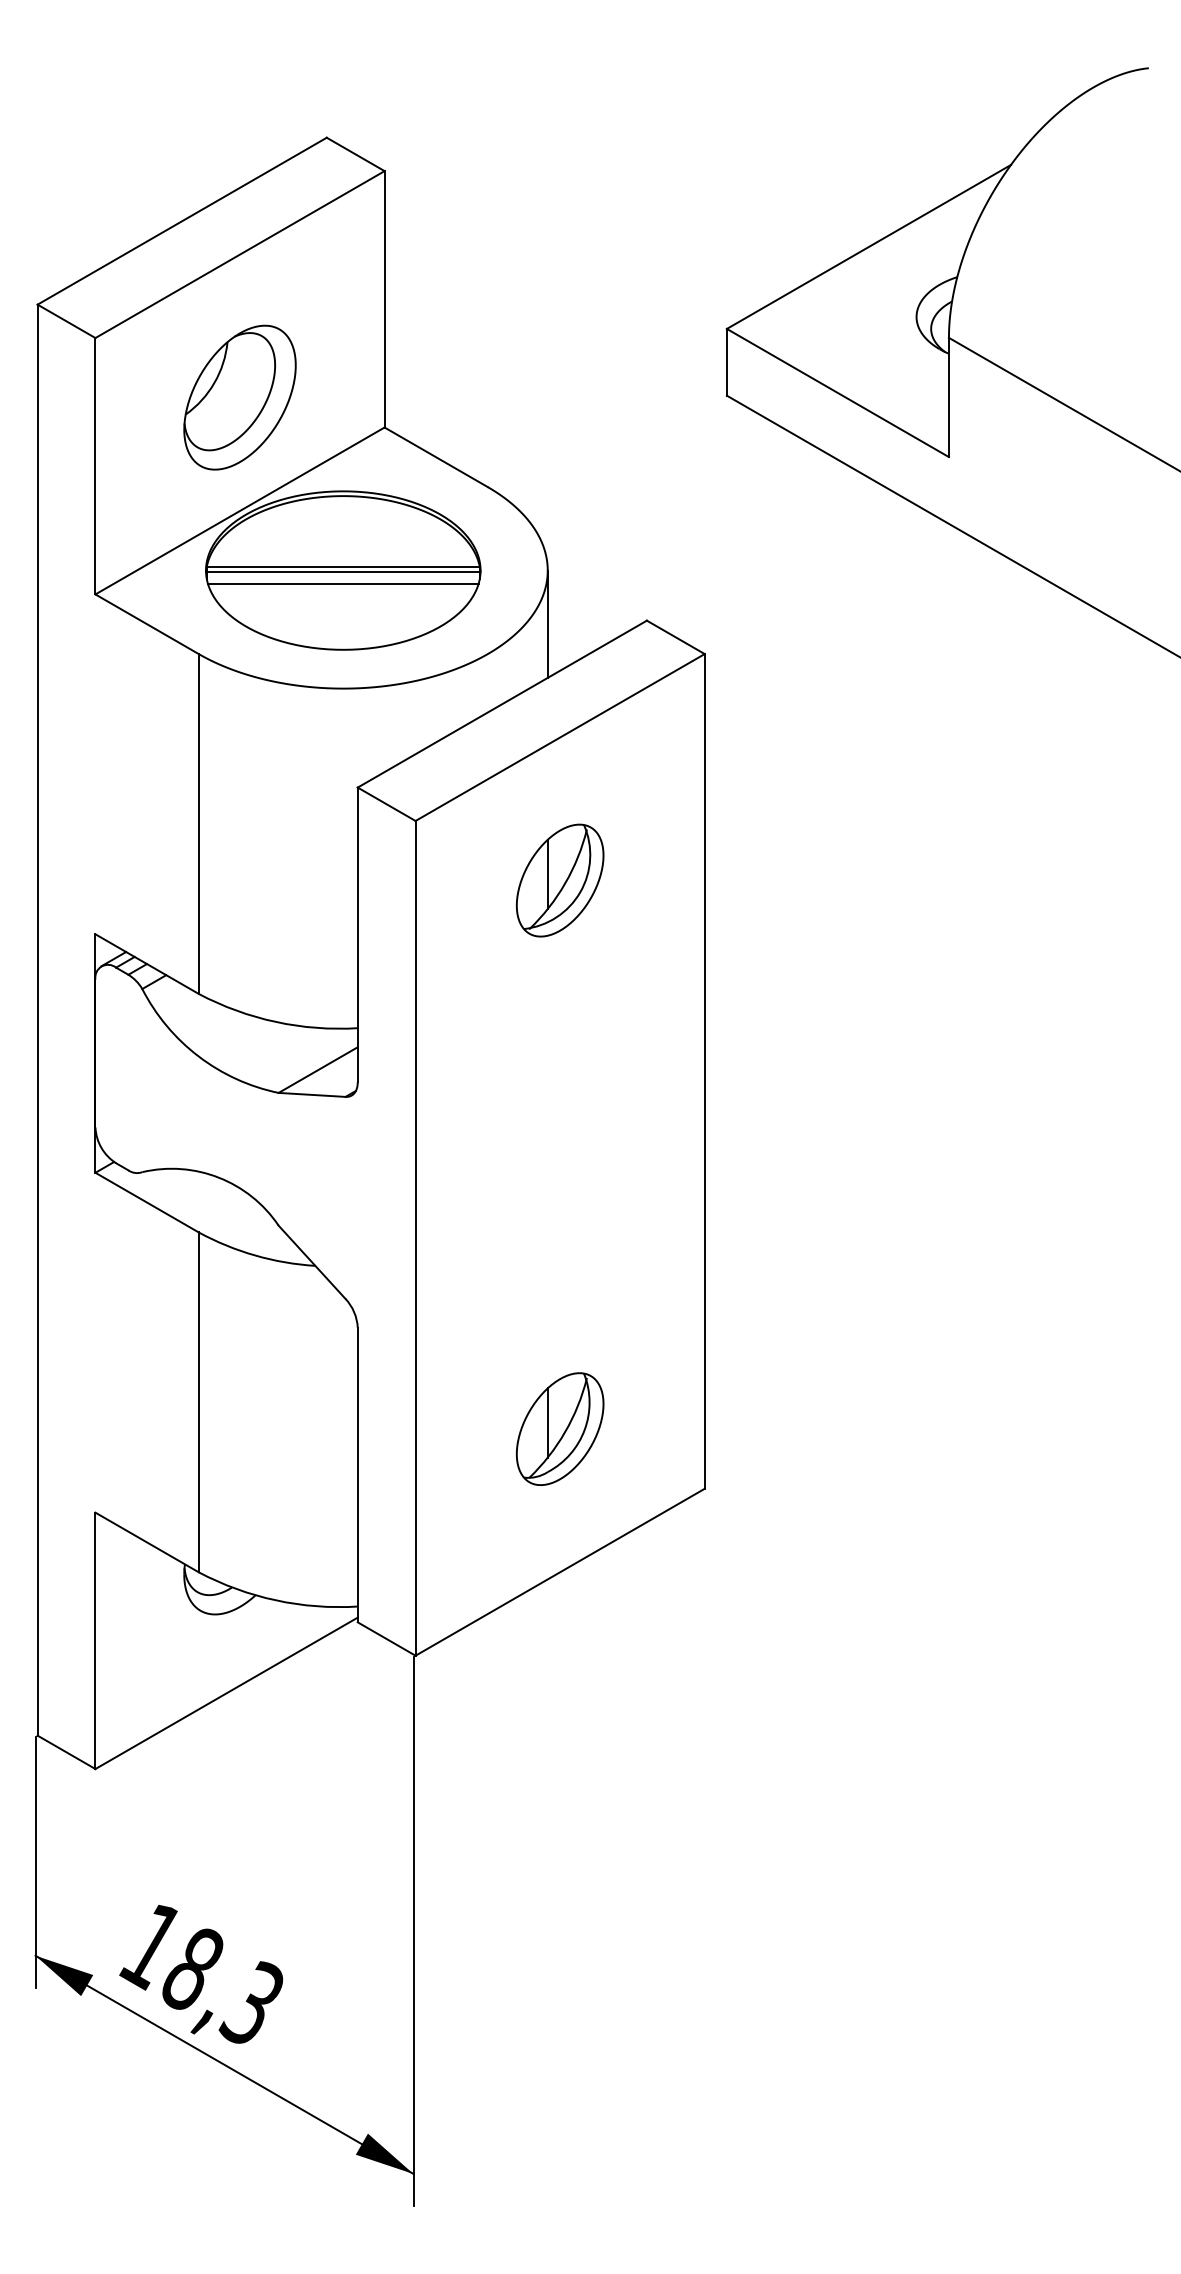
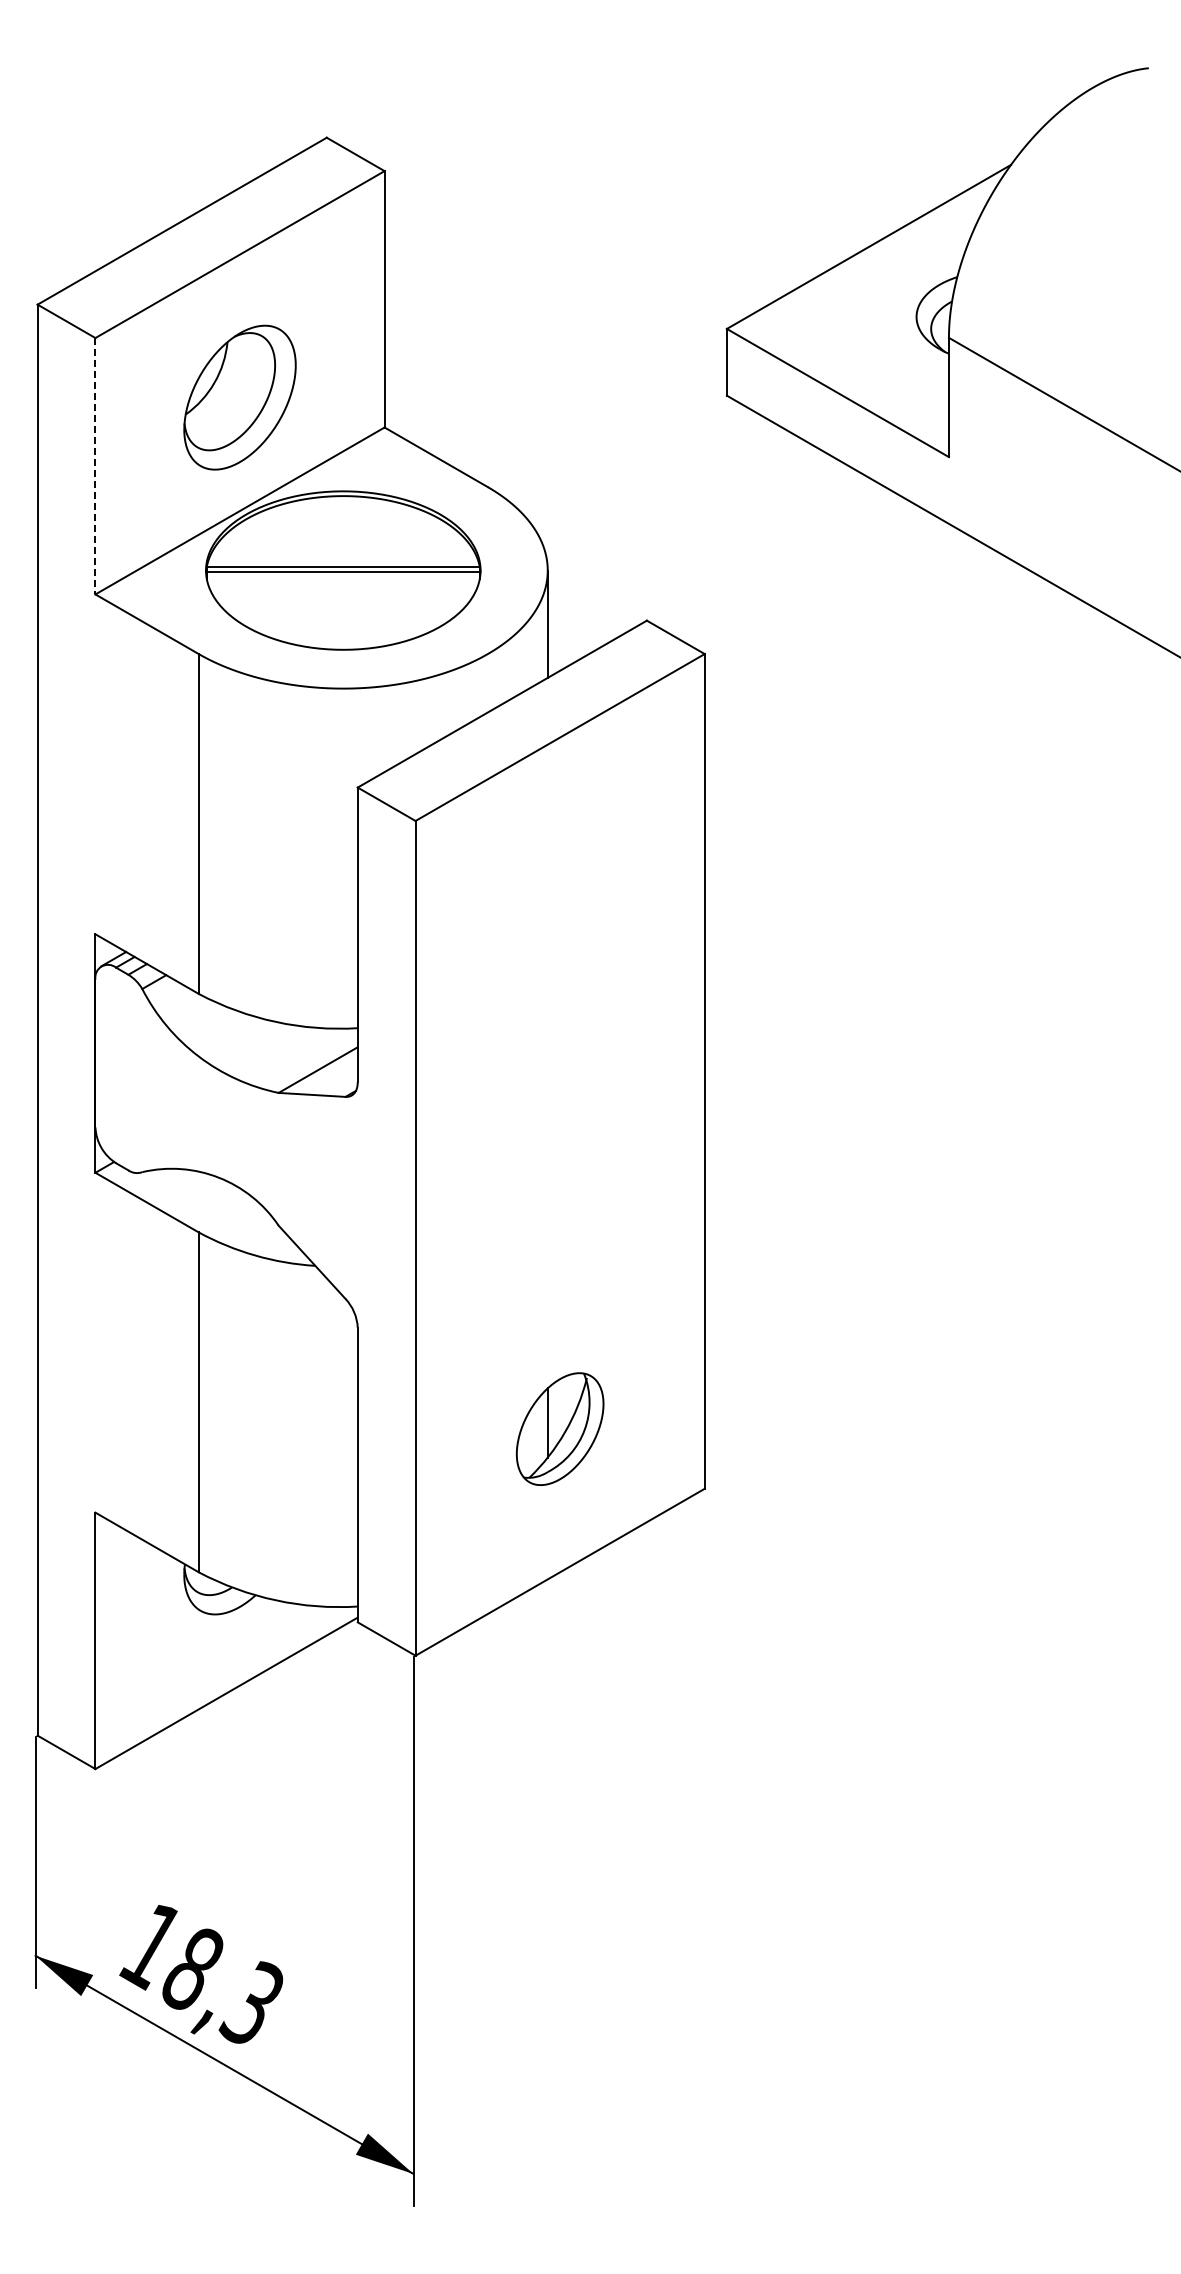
line at (95, 466): solid -> dashed
line at (342, 583): present -> none
part at (559, 880): present -> none
